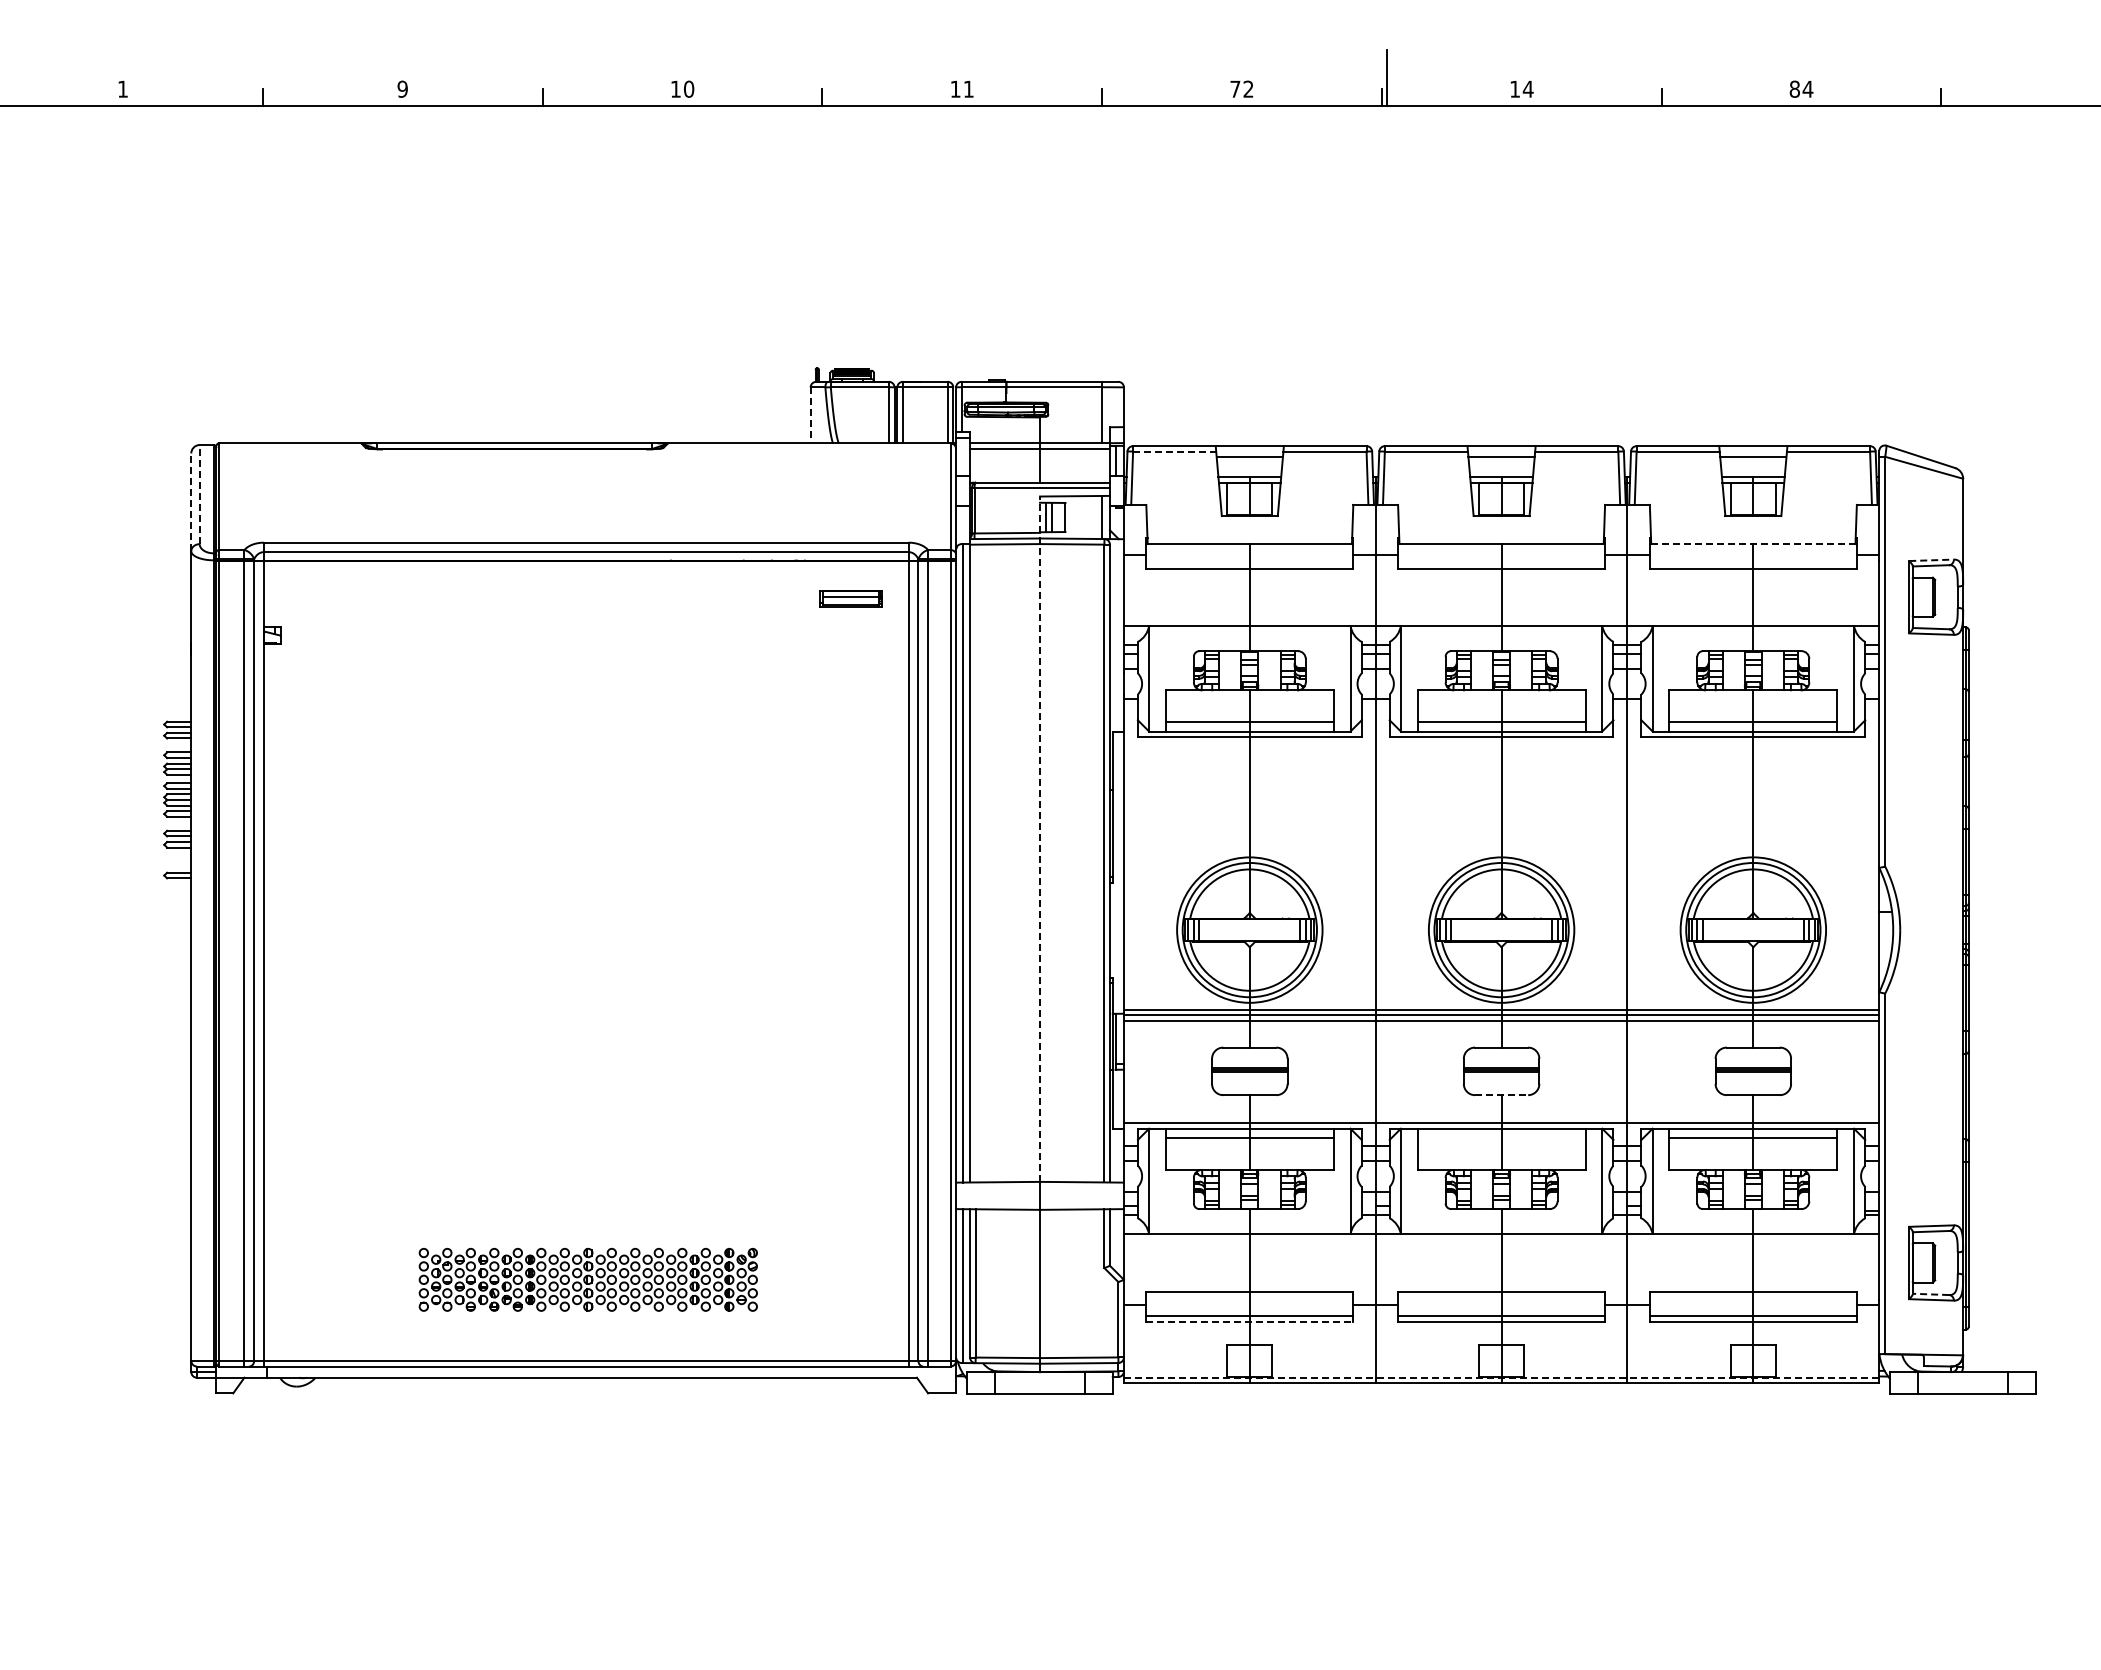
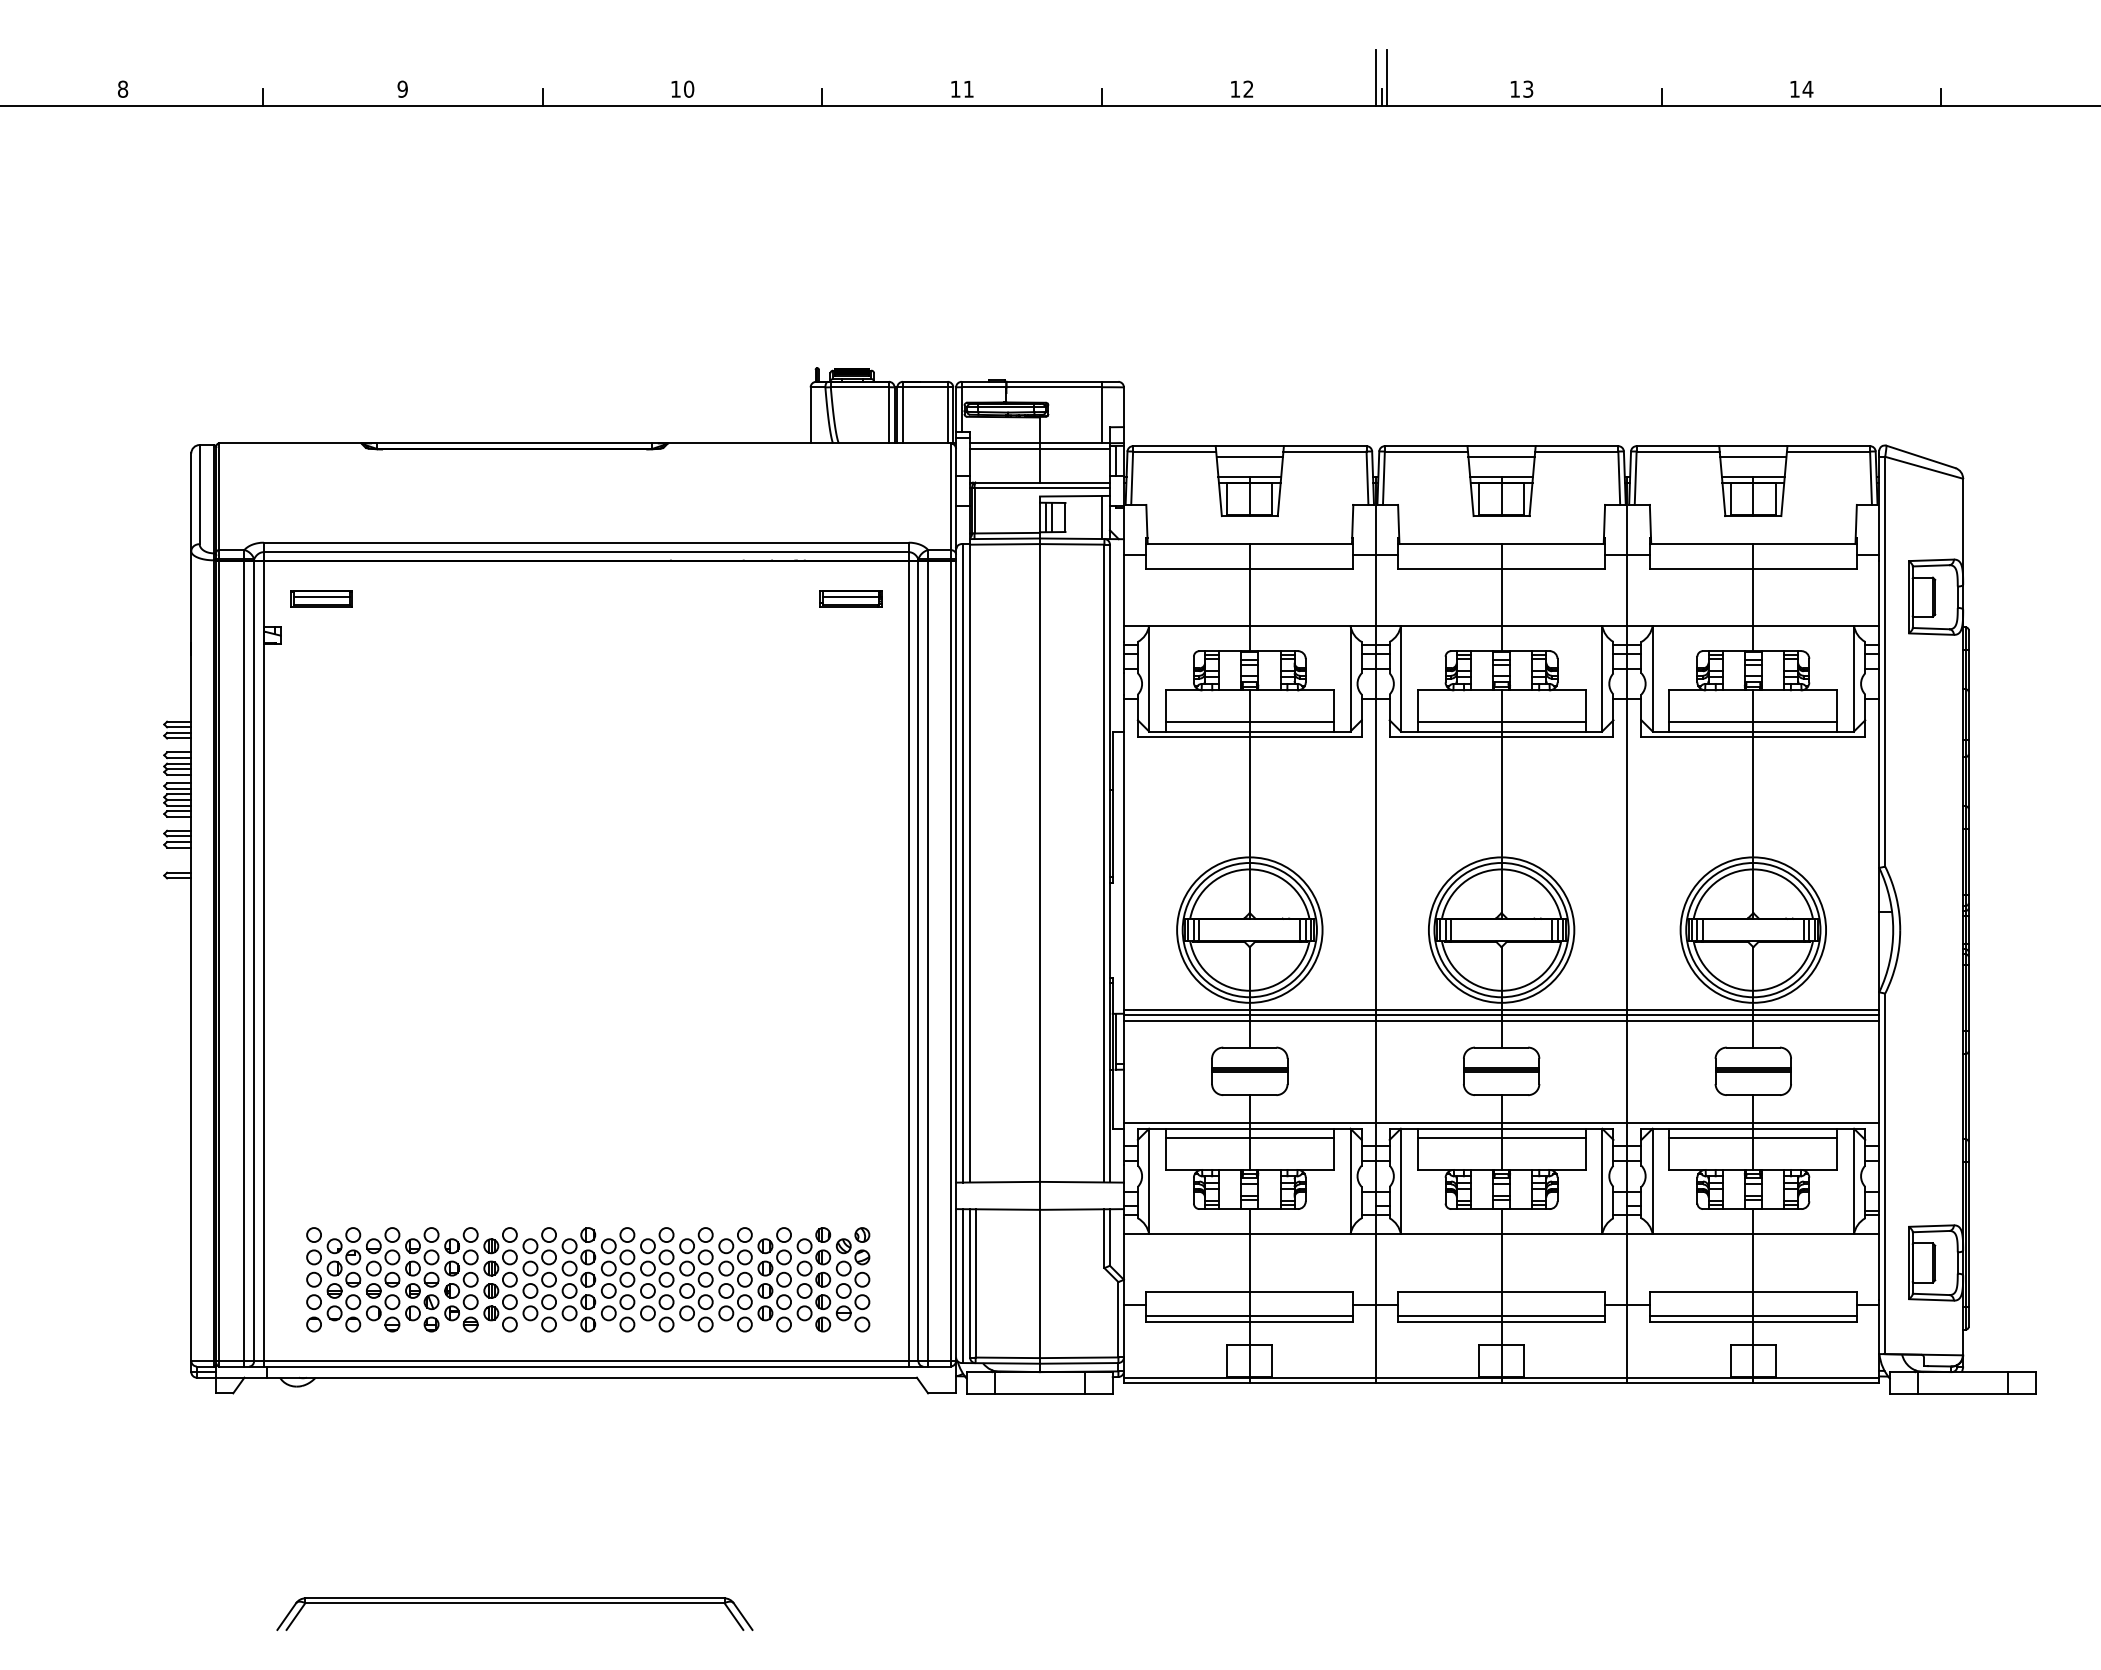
line at (1376, 78): none -> present
text at (123, 88): 1 -> 8
text at (1235, 88): 72 -> 12
text at (1527, 88): 14 -> 13
text at (1794, 88): 84 -> 14
line at (810, 415): dashed -> solid
line at (1174, 451): dashed -> solid
line at (199, 494): dashed -> solid
line at (191, 502): dashed -> solid
line at (1752, 544): dashed -> solid
line at (1932, 560): dashed -> solid
part at (321, 598): none -> present
line at (1040, 839): dashed -> solid
line at (1501, 1095): dashed -> solid
line at (1501, 1138): none -> present
part at (587, 1279) size: 340x65 px -> 565x106 px
line at (1930, 1294): dashed -> solid
line at (1249, 1321): dashed -> solid
line at (1501, 1377): dashed -> solid
part at (514, 1603): none -> present
